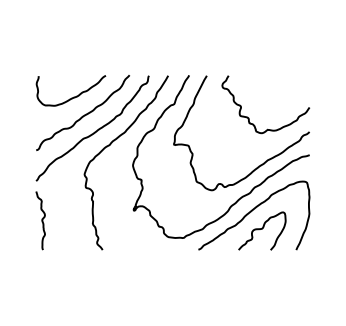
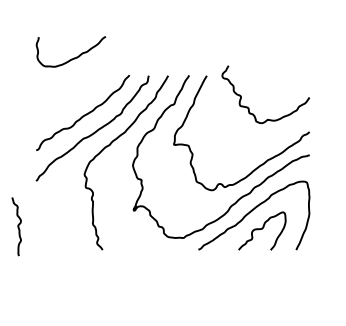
curve at (73, 96) position: (73, 96) -> (73, 57)
curve at (249, 118) position: (249, 118) -> (249, 108)
curve at (41, 220) position: (41, 220) -> (17, 226)
